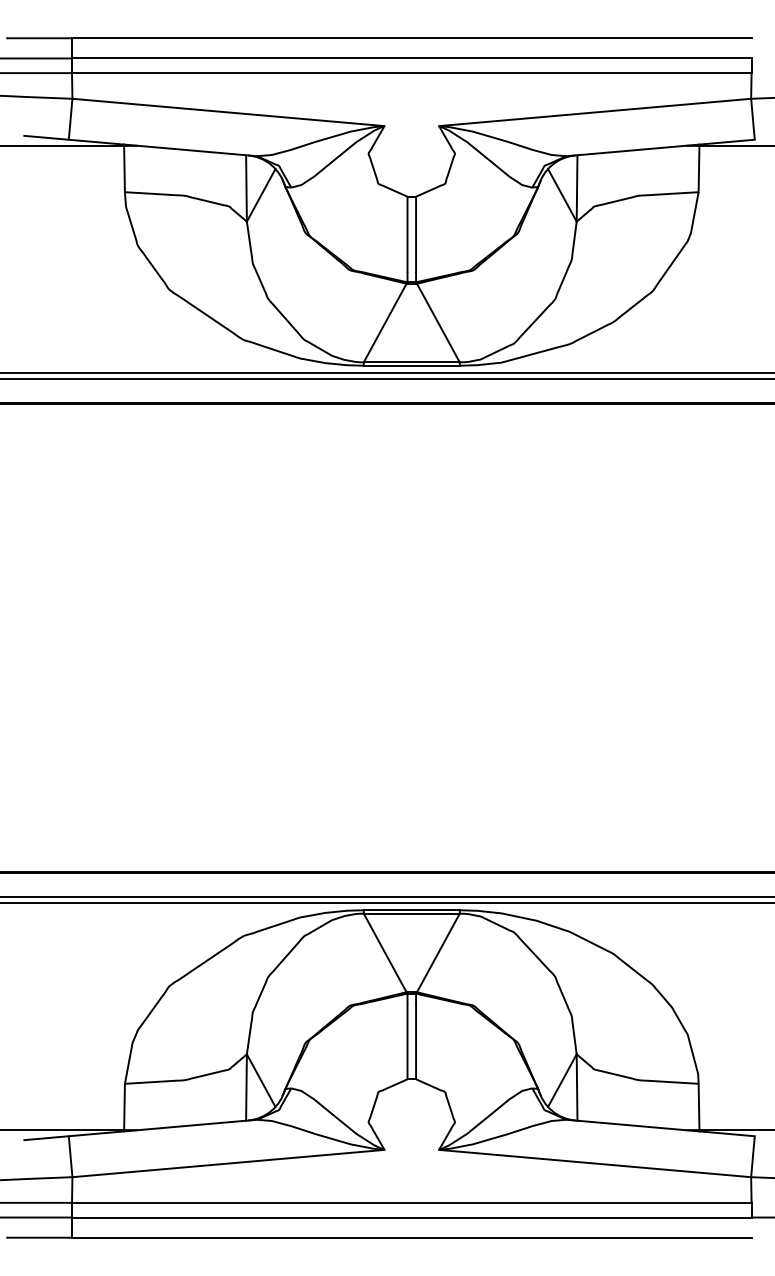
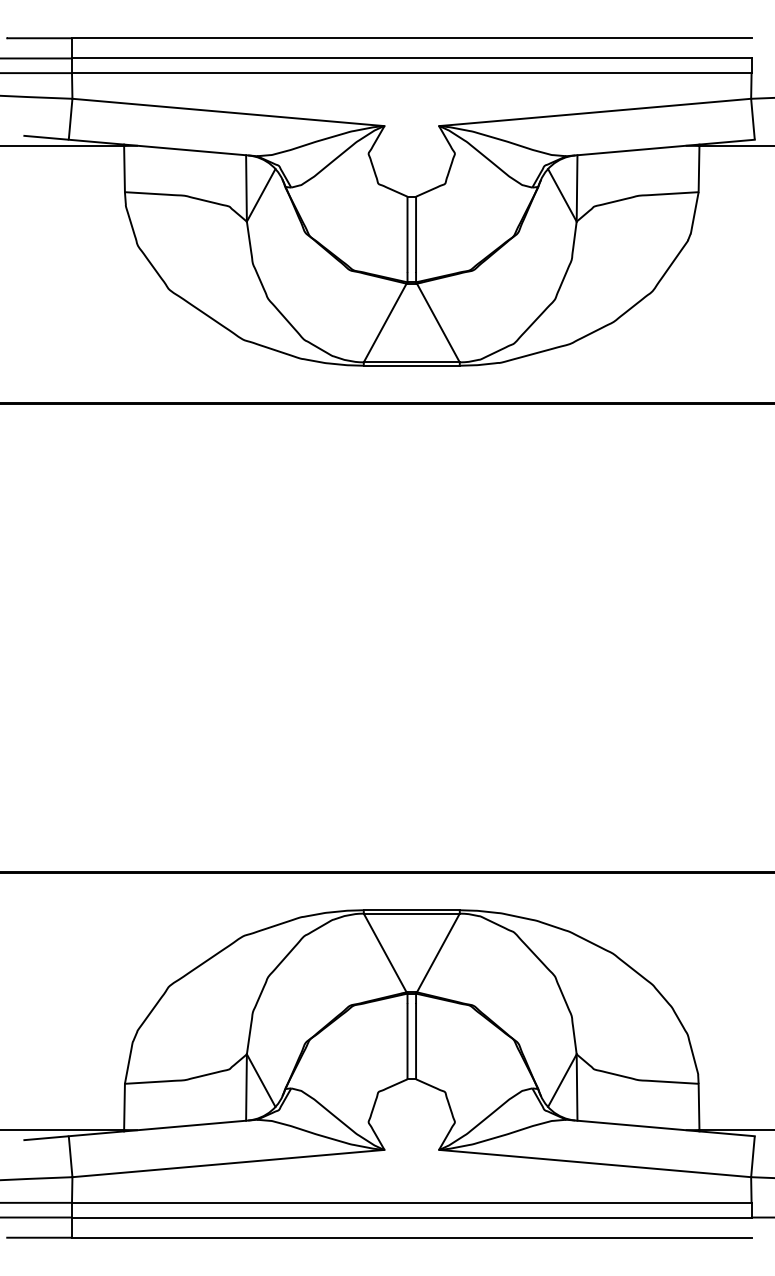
line at (386, 373): present -> none
line at (386, 378): present -> none
line at (386, 897): present -> none
line at (386, 902): present -> none
